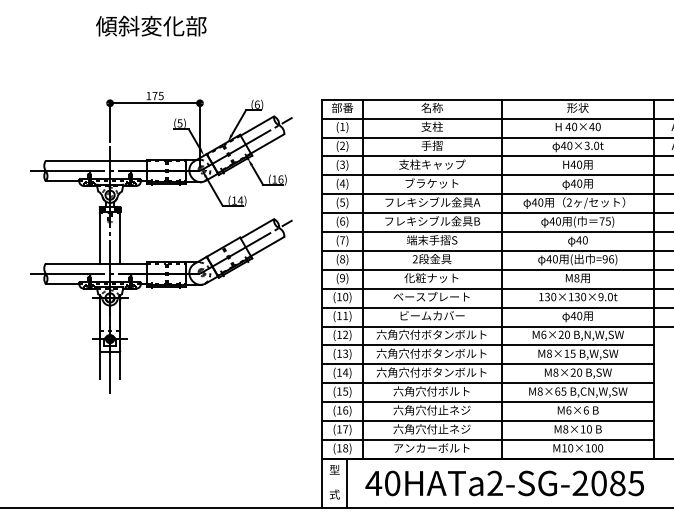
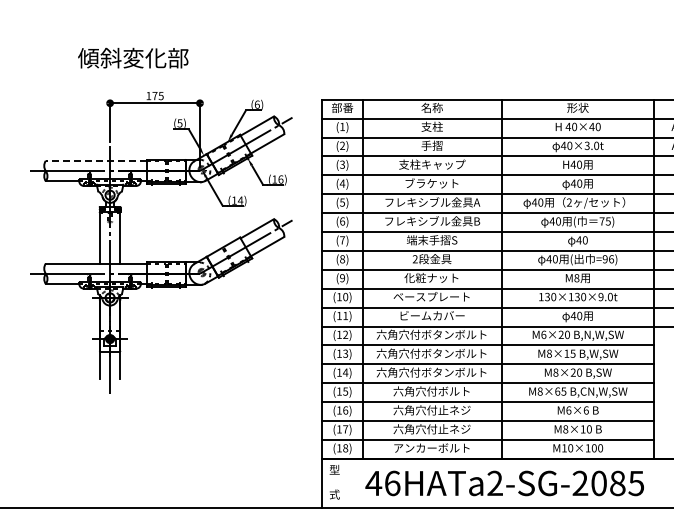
text at (151, 25) position: (151, 25) -> (133, 57)
line at (96, 160): solid -> dashed
line at (347, 483): present -> none
text at (392, 483): 40HATa2-SG-2085 -> 46HATa2-SG-2085
